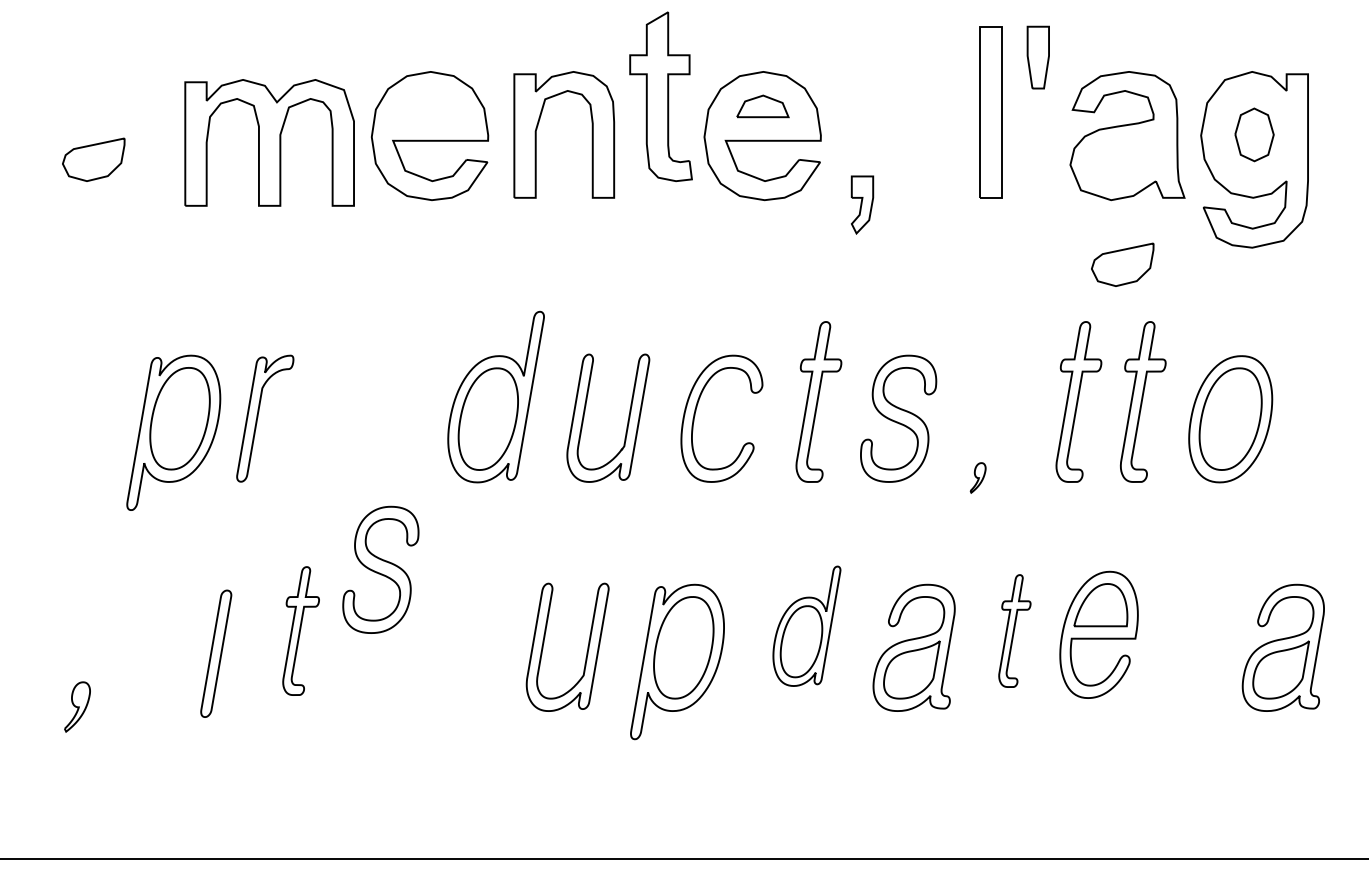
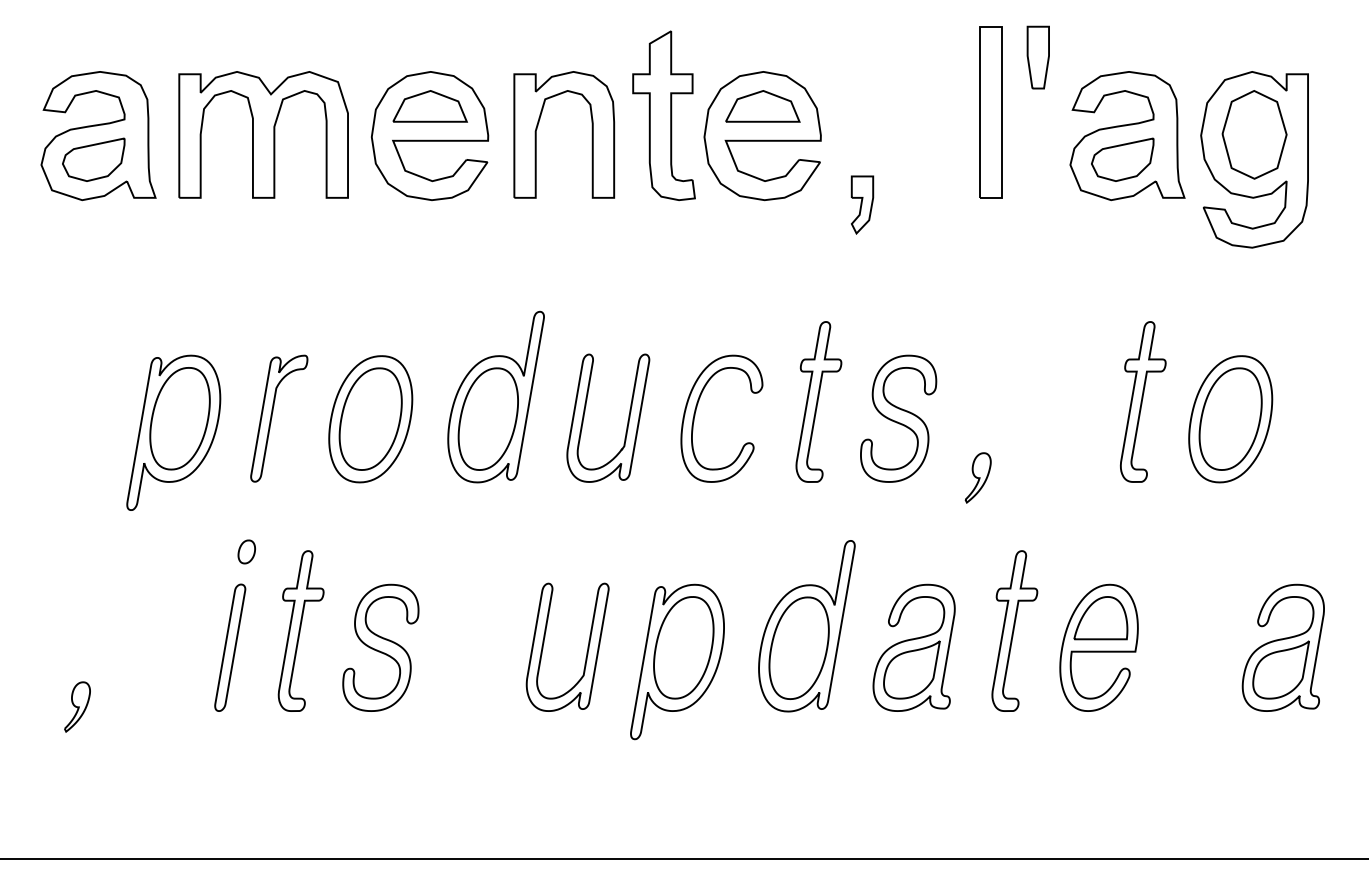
part at (660, 96) position: (660, 96) -> (663, 115)
part at (429, 106): none -> present
part at (762, 106) size: 54x25 px -> 76x33 px
part at (1254, 134) size: 41x56 px -> 67x90 px
part at (98, 136): none -> present
part at (269, 142) position: (269, 142) -> (263, 134)
part at (1122, 264) position: (1122, 264) -> (1122, 159)
part at (1078, 401): present -> none
part at (258, 417) position: (258, 417) -> (272, 417)
part at (370, 419): none -> present
part at (977, 477) size: 18x32 px -> 28x52 px
part at (246, 551): none -> present
part at (380, 569) position: (380, 569) -> (380, 647)
part at (806, 625) size: 70x122 px -> 98x173 px
part at (300, 630) size: 38x130 px -> 48x162 px
part at (1014, 630) size: 34x114 px -> 48x162 px
part at (1098, 634) position: (1098, 634) -> (1098, 647)
part at (216, 653) position: (216, 653) -> (230, 647)
